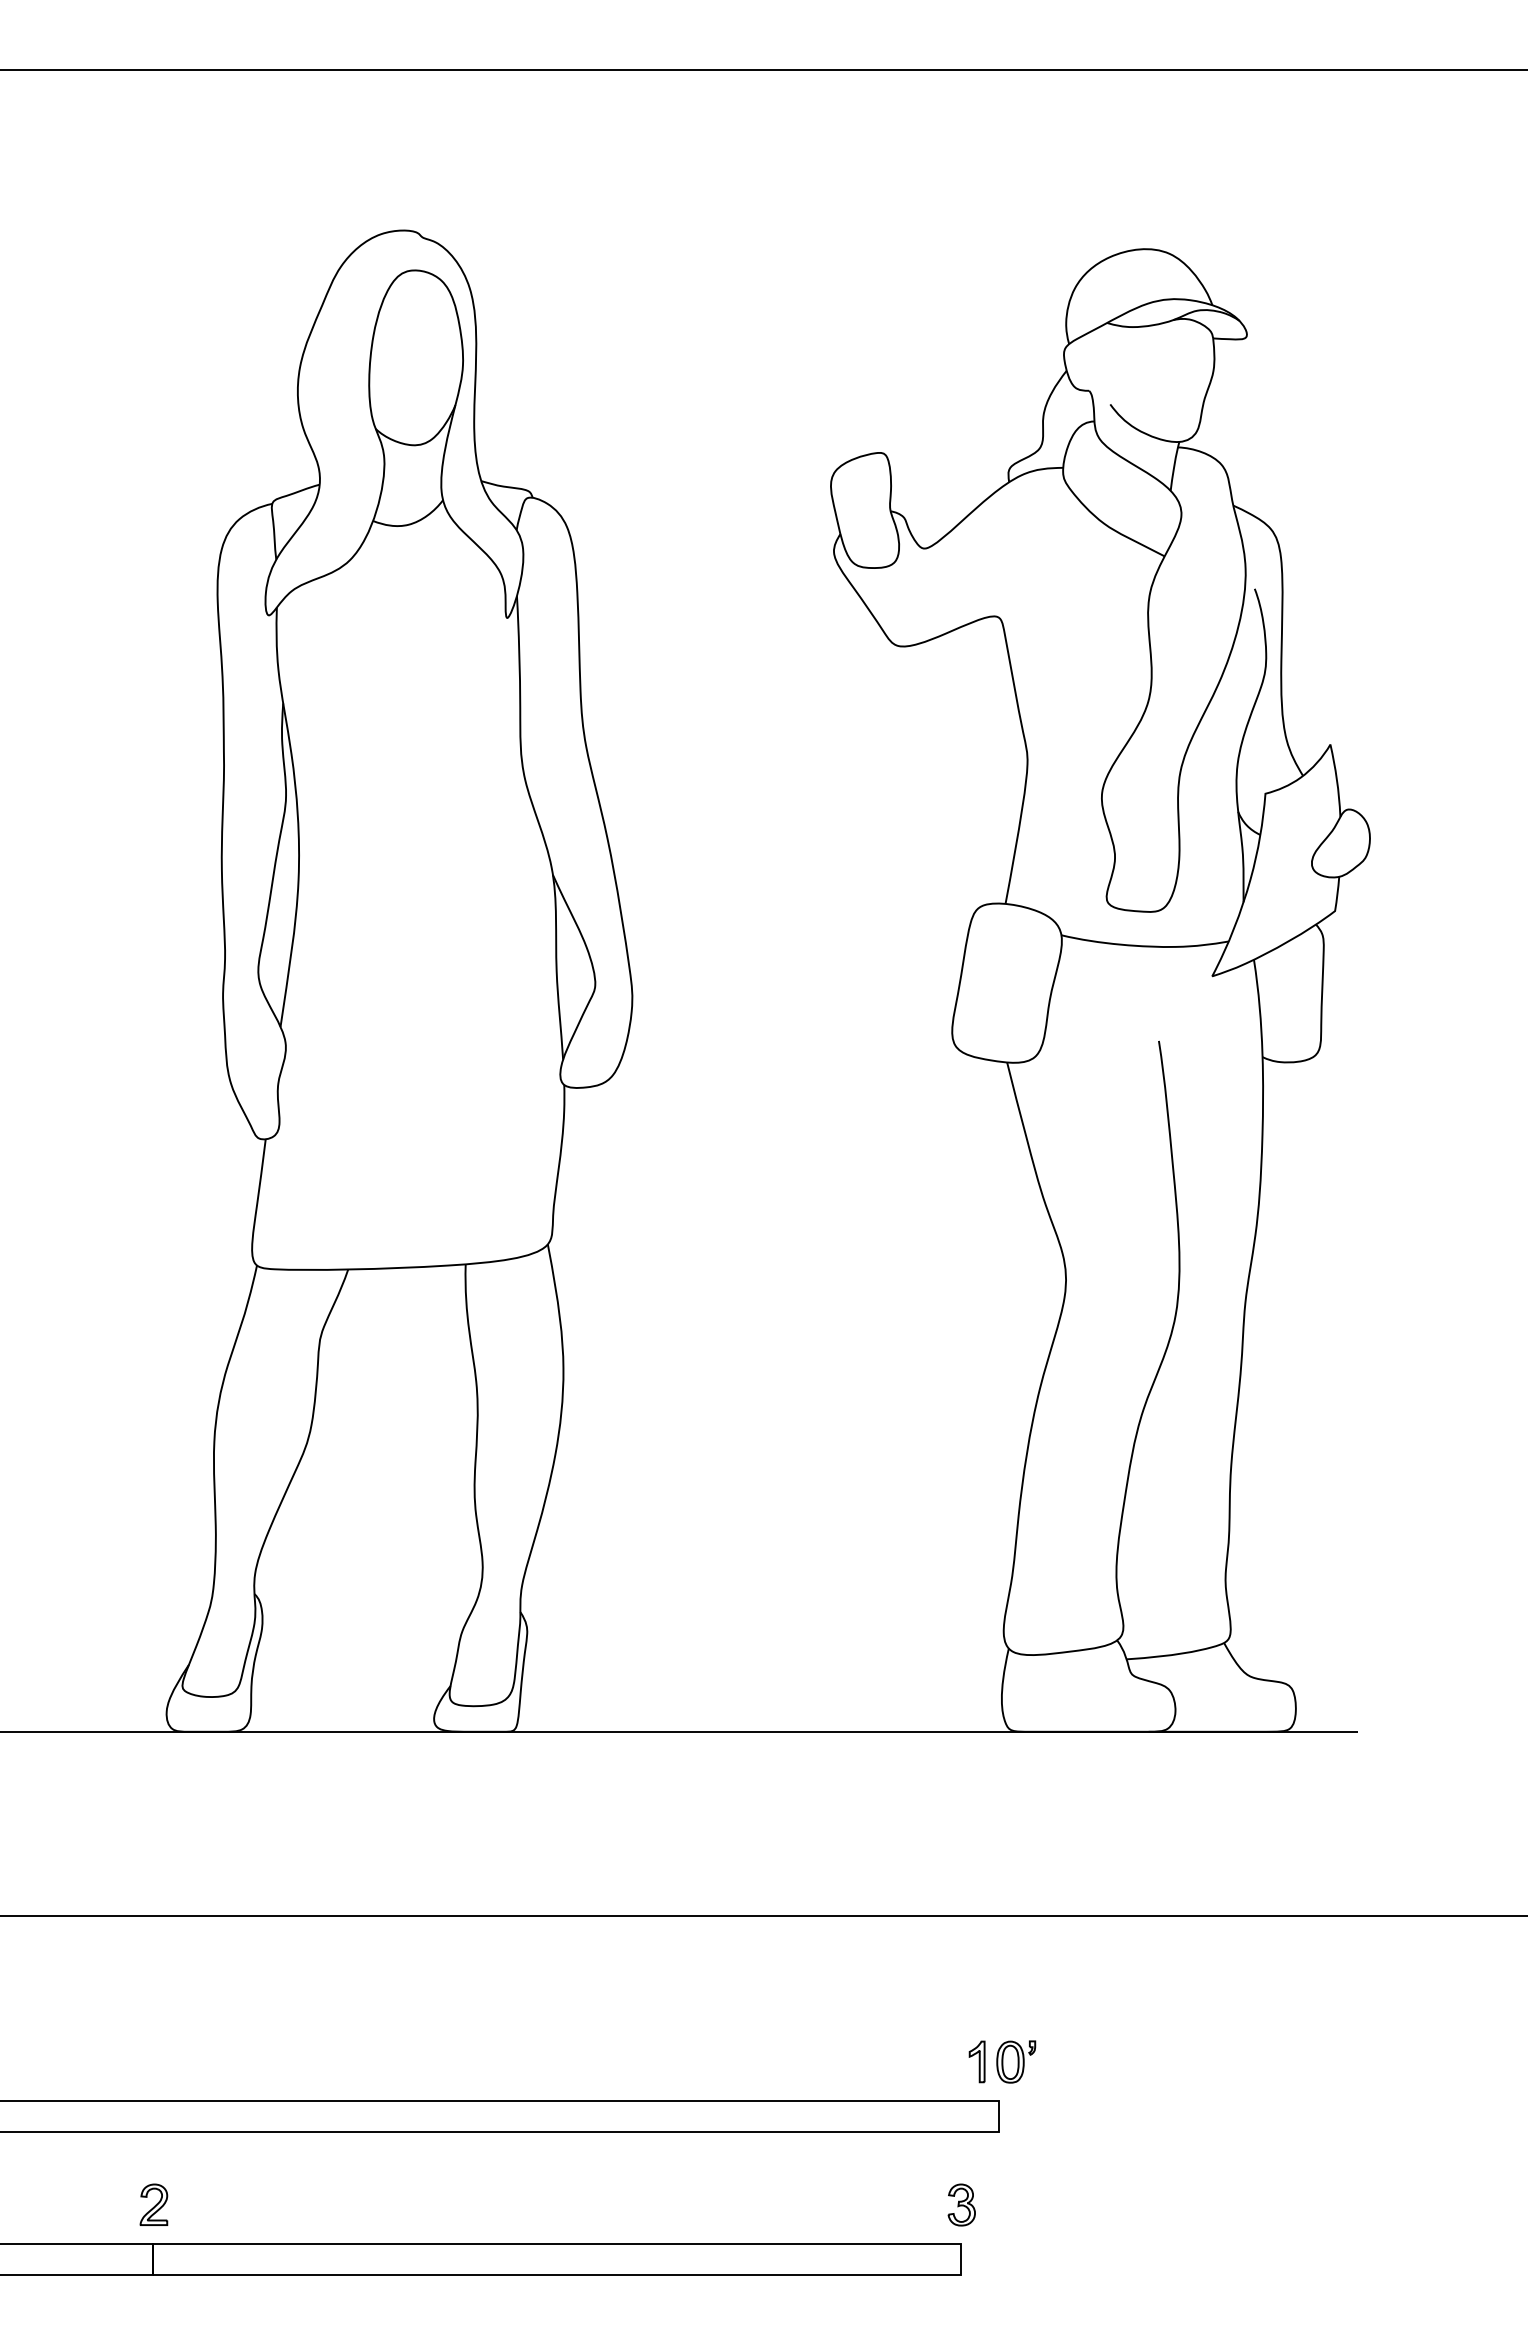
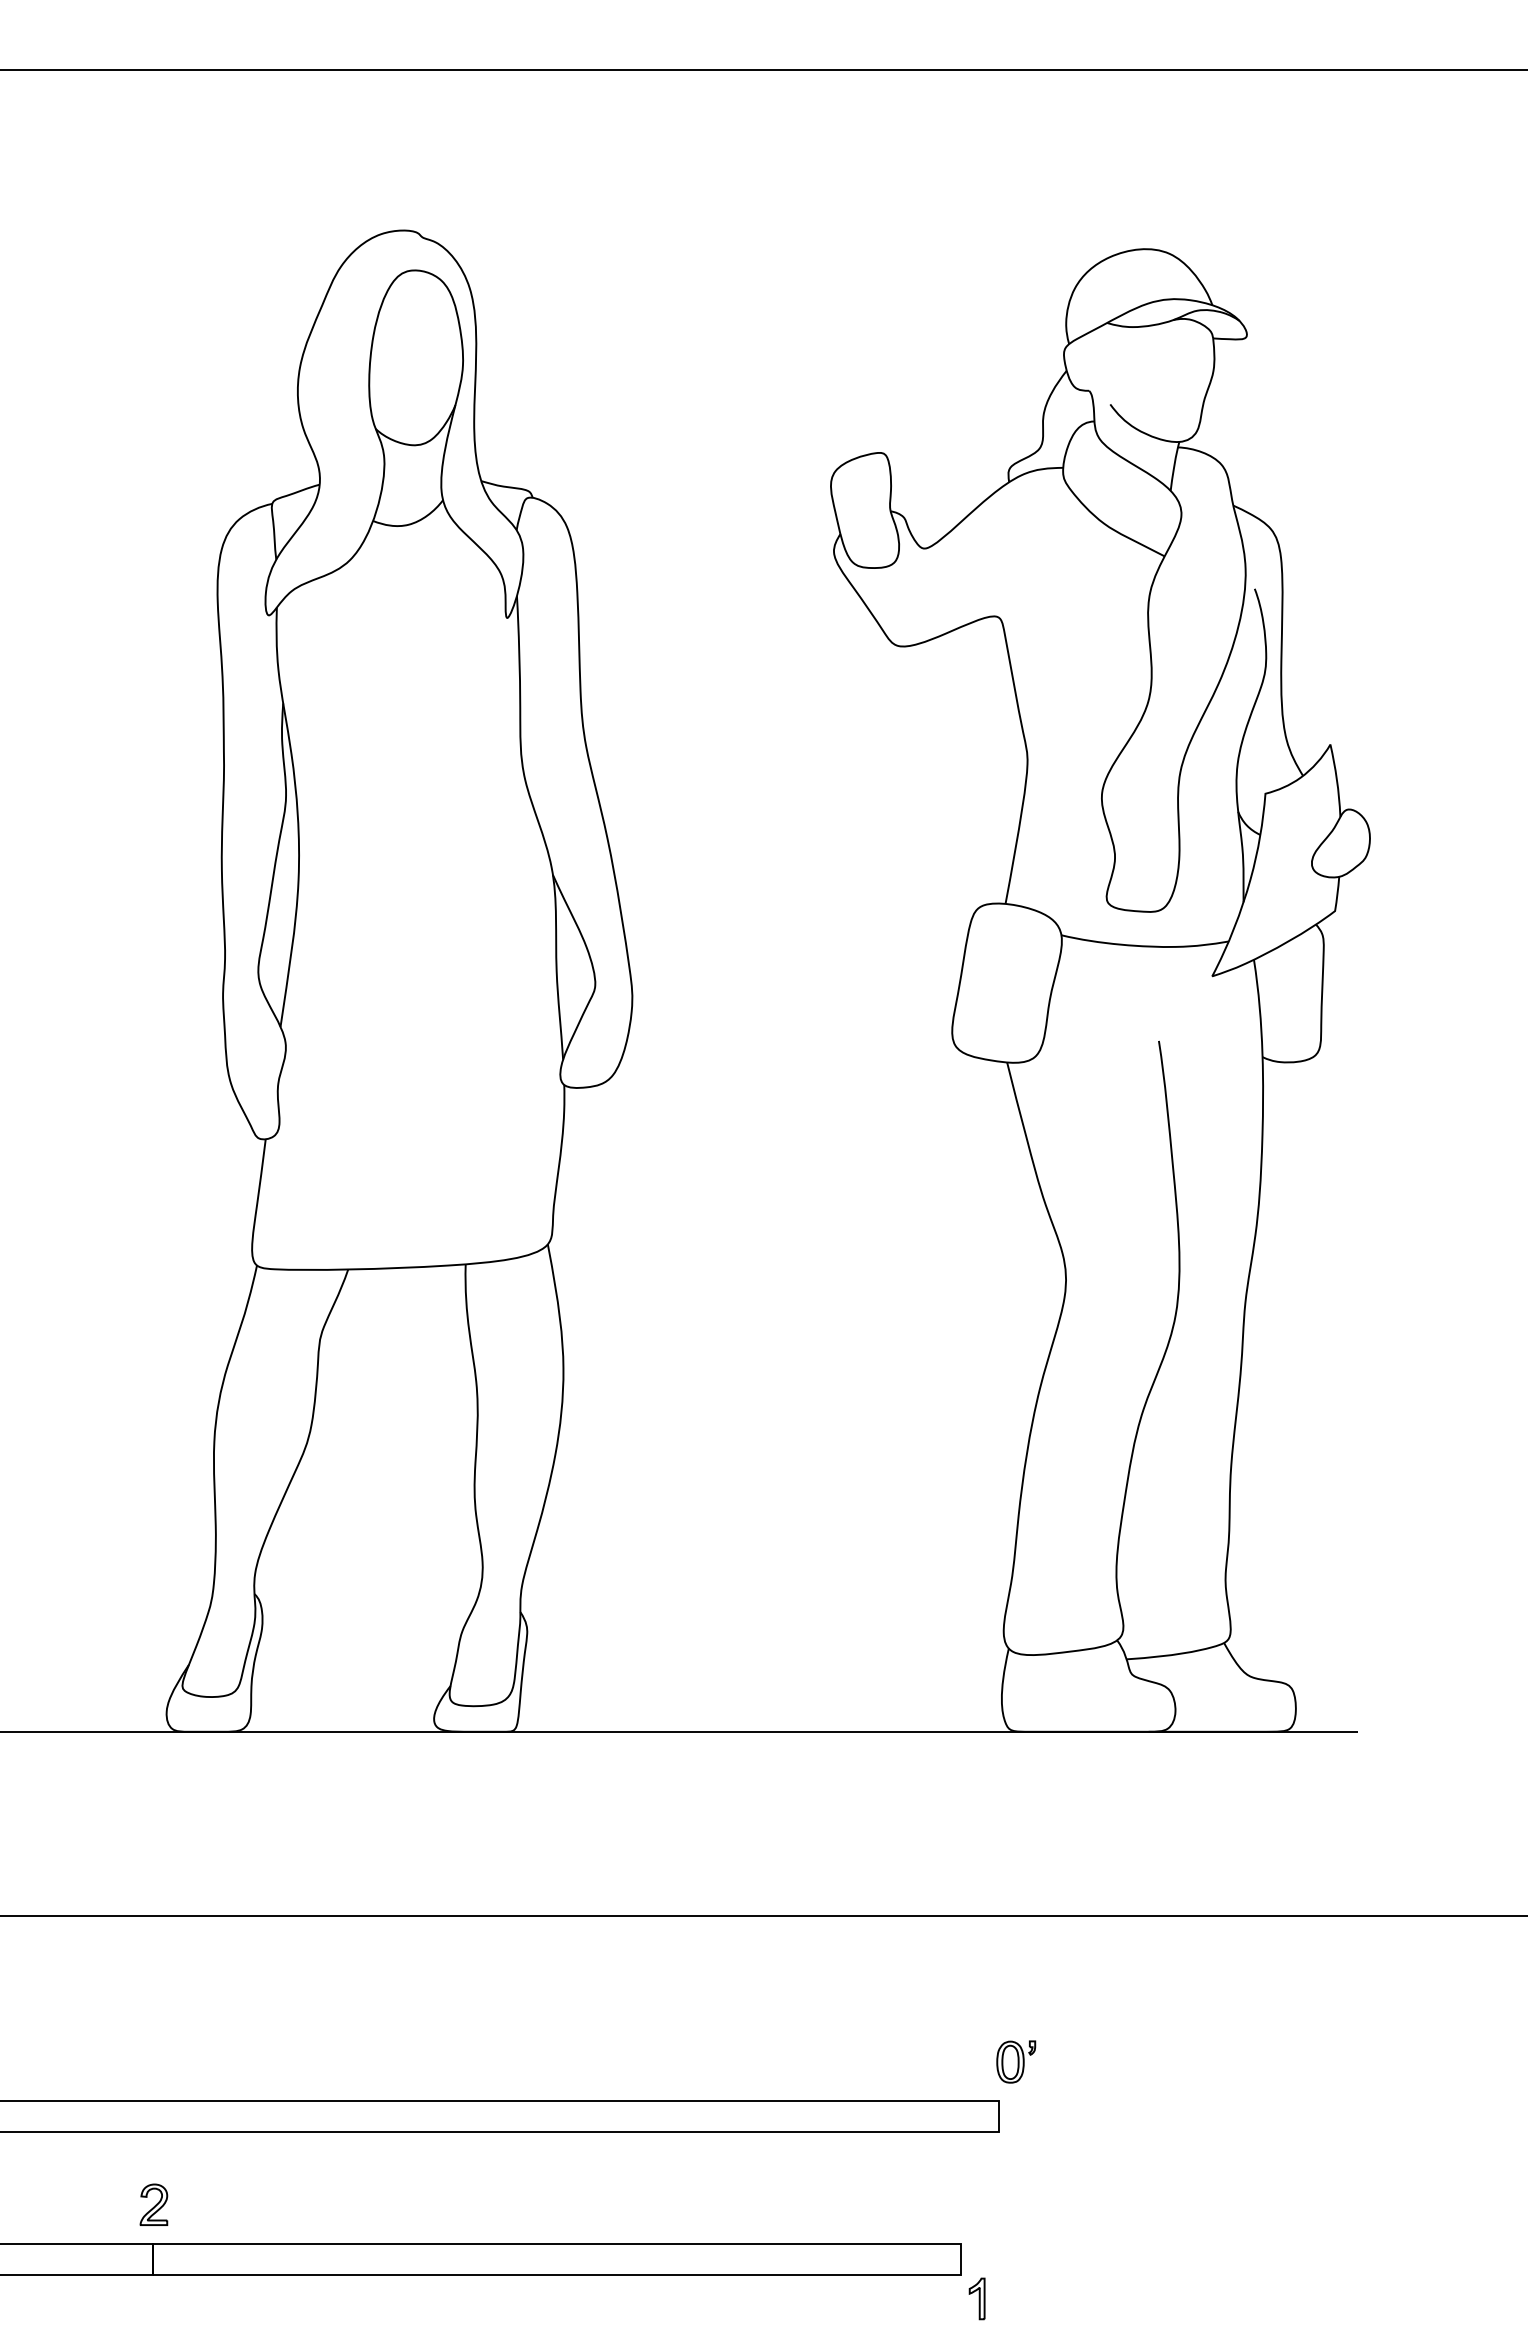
part at (976, 2061) position: (976, 2061) -> (976, 2298)
part at (961, 2204): present -> none
